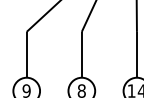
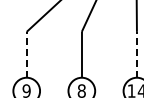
line at (26, 54): solid -> dashed
line at (136, 54): solid -> dashed
